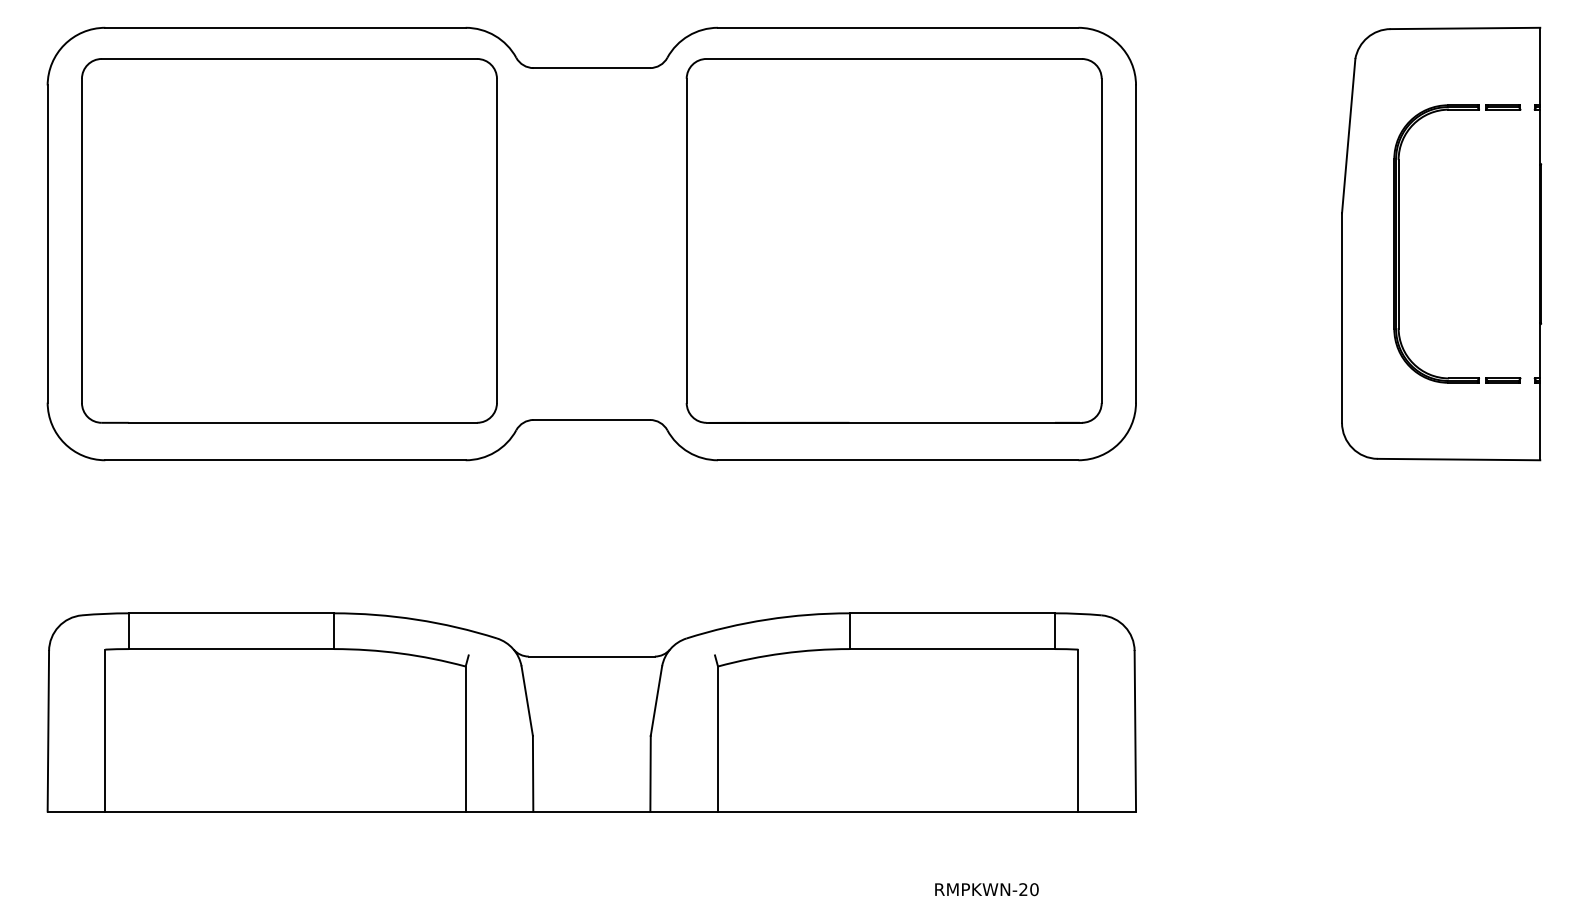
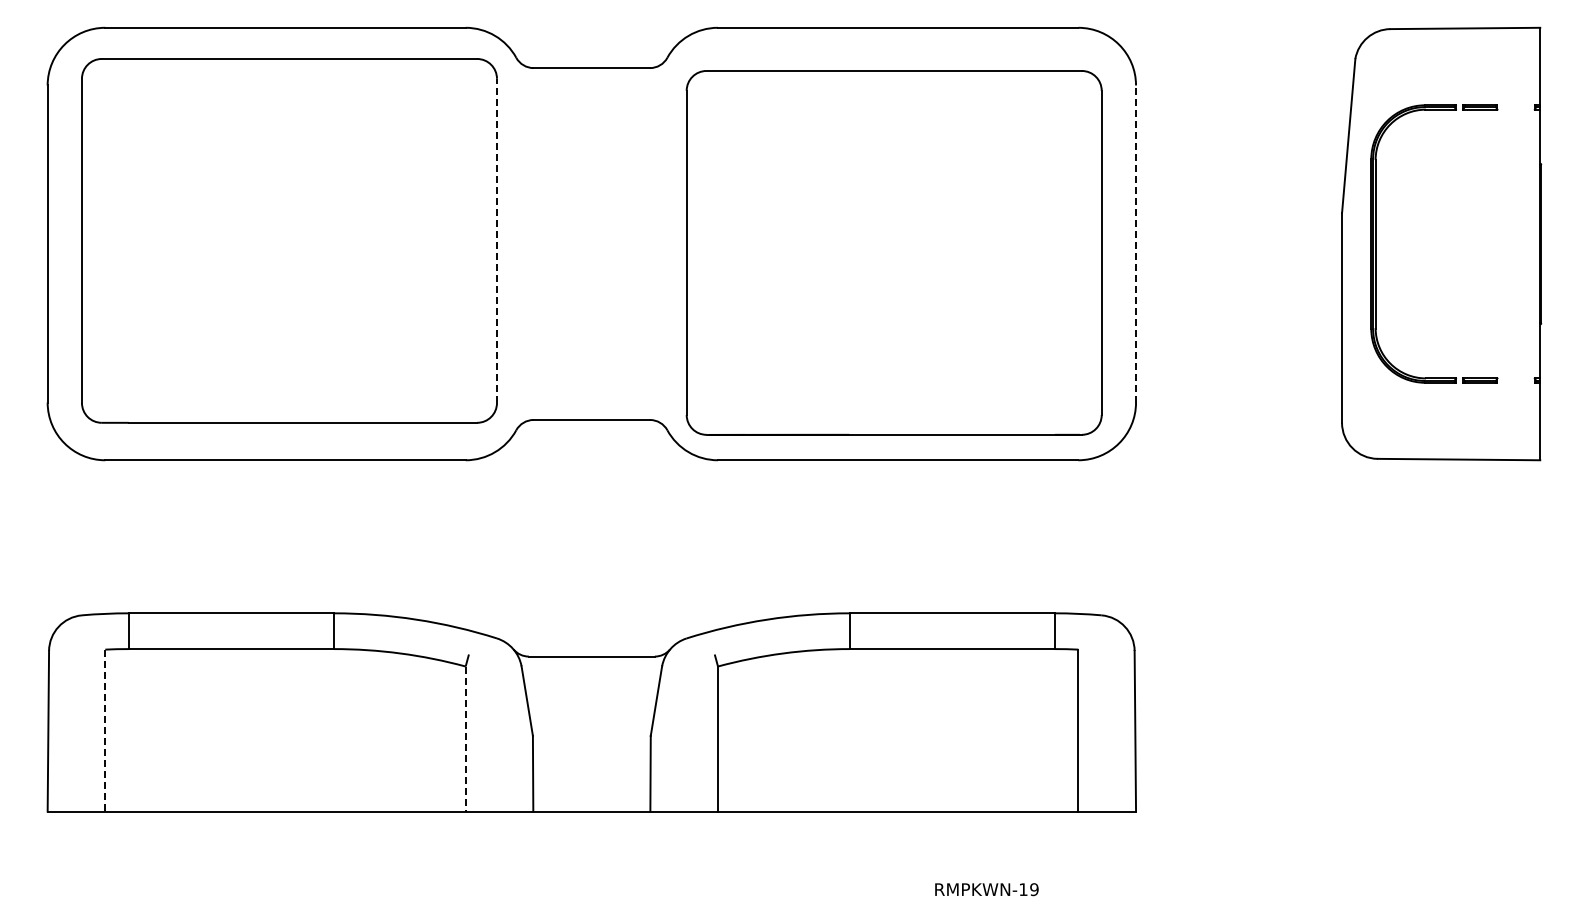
line at (497, 240): solid -> dashed
part at (893, 240) position: (893, 240) -> (893, 252)
part at (1399, 243) position: (1399, 243) -> (1376, 243)
line at (1136, 244): solid -> dashed
line at (105, 730): solid -> dashed
line at (465, 739): solid -> dashed
text at (1028, 889): RMPKWN-20 -> RMPKWN-19
